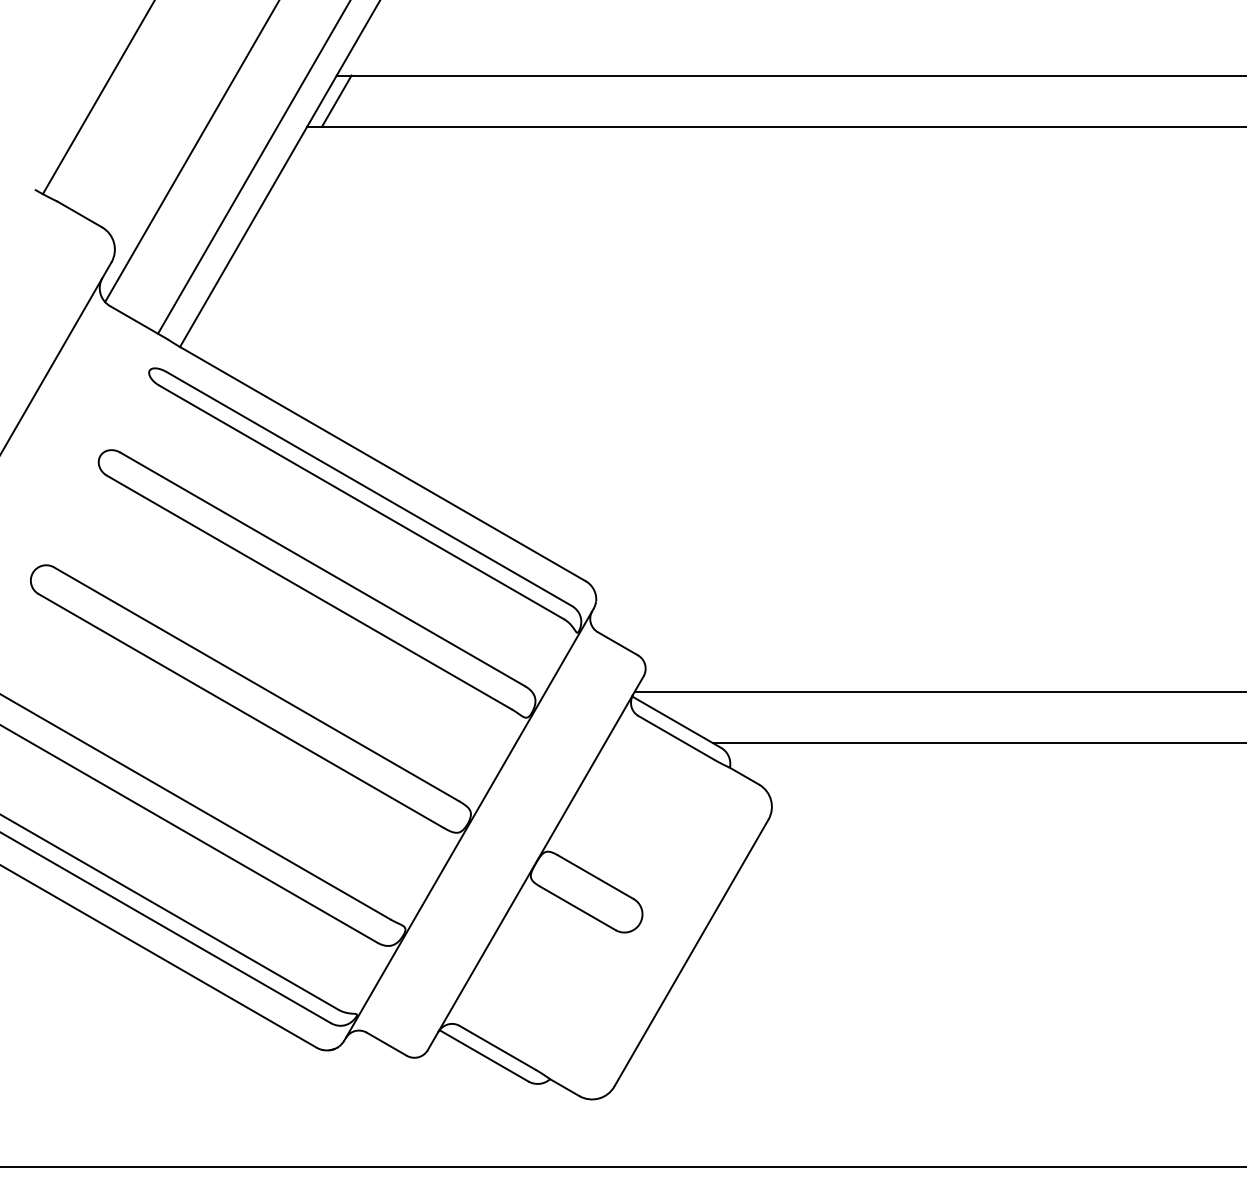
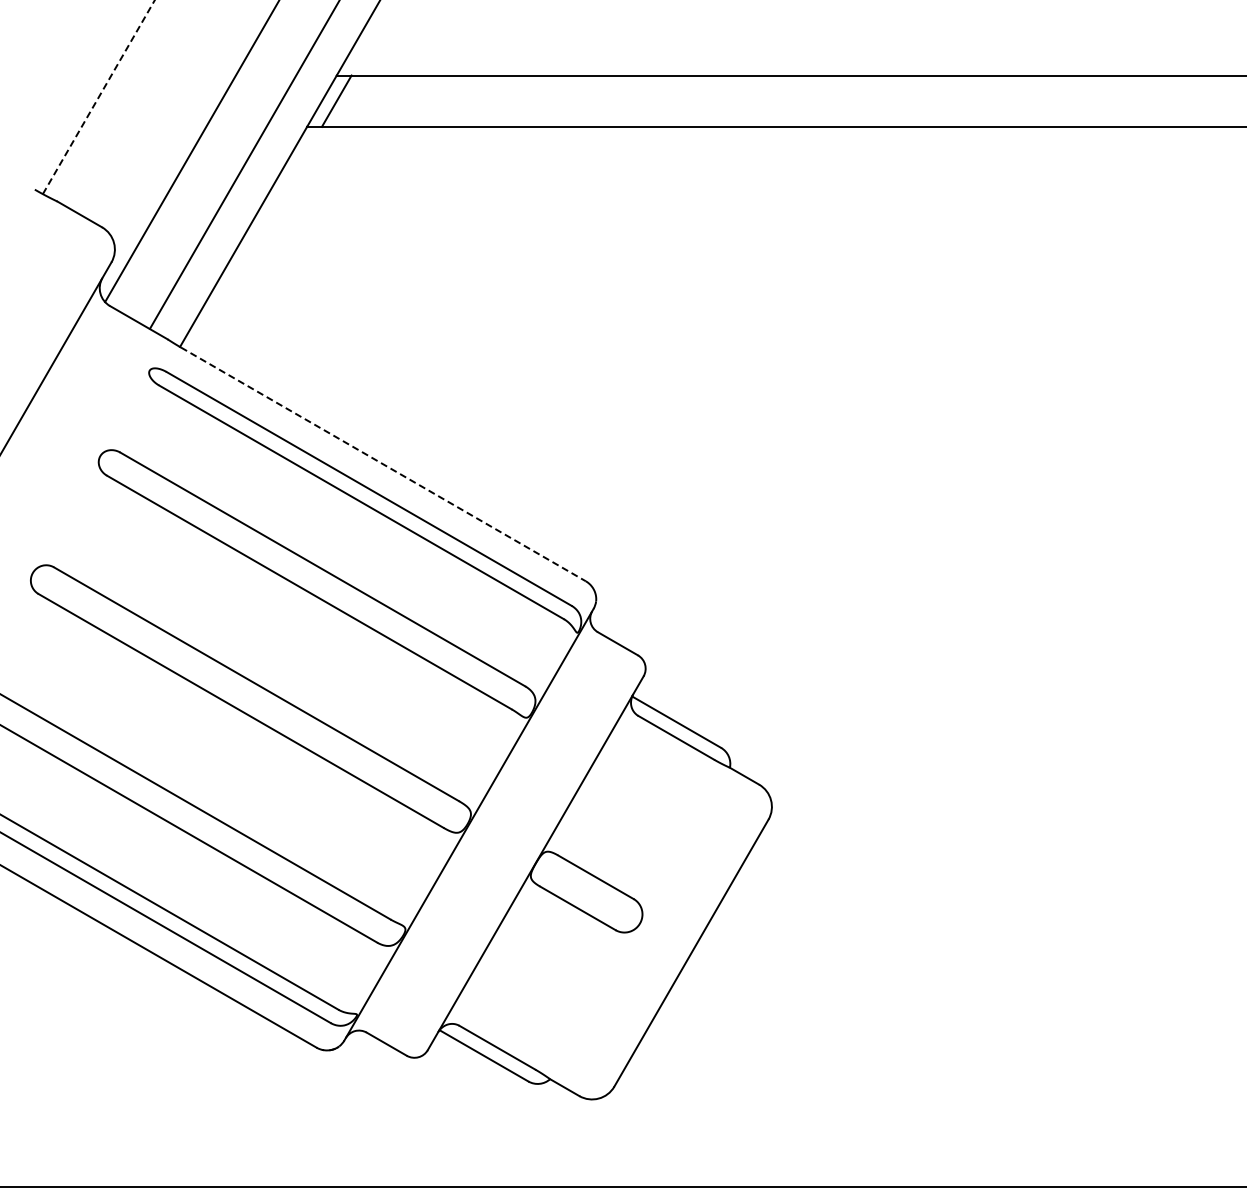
line at (98, 97): solid -> dashed
line at (253, 167) position: (253, 167) -> (244, 165)
line at (383, 464): solid -> dashed
line at (938, 691): present -> none
line at (978, 743): present -> none
line at (622, 1166) position: (622, 1166) -> (622, 1186)
